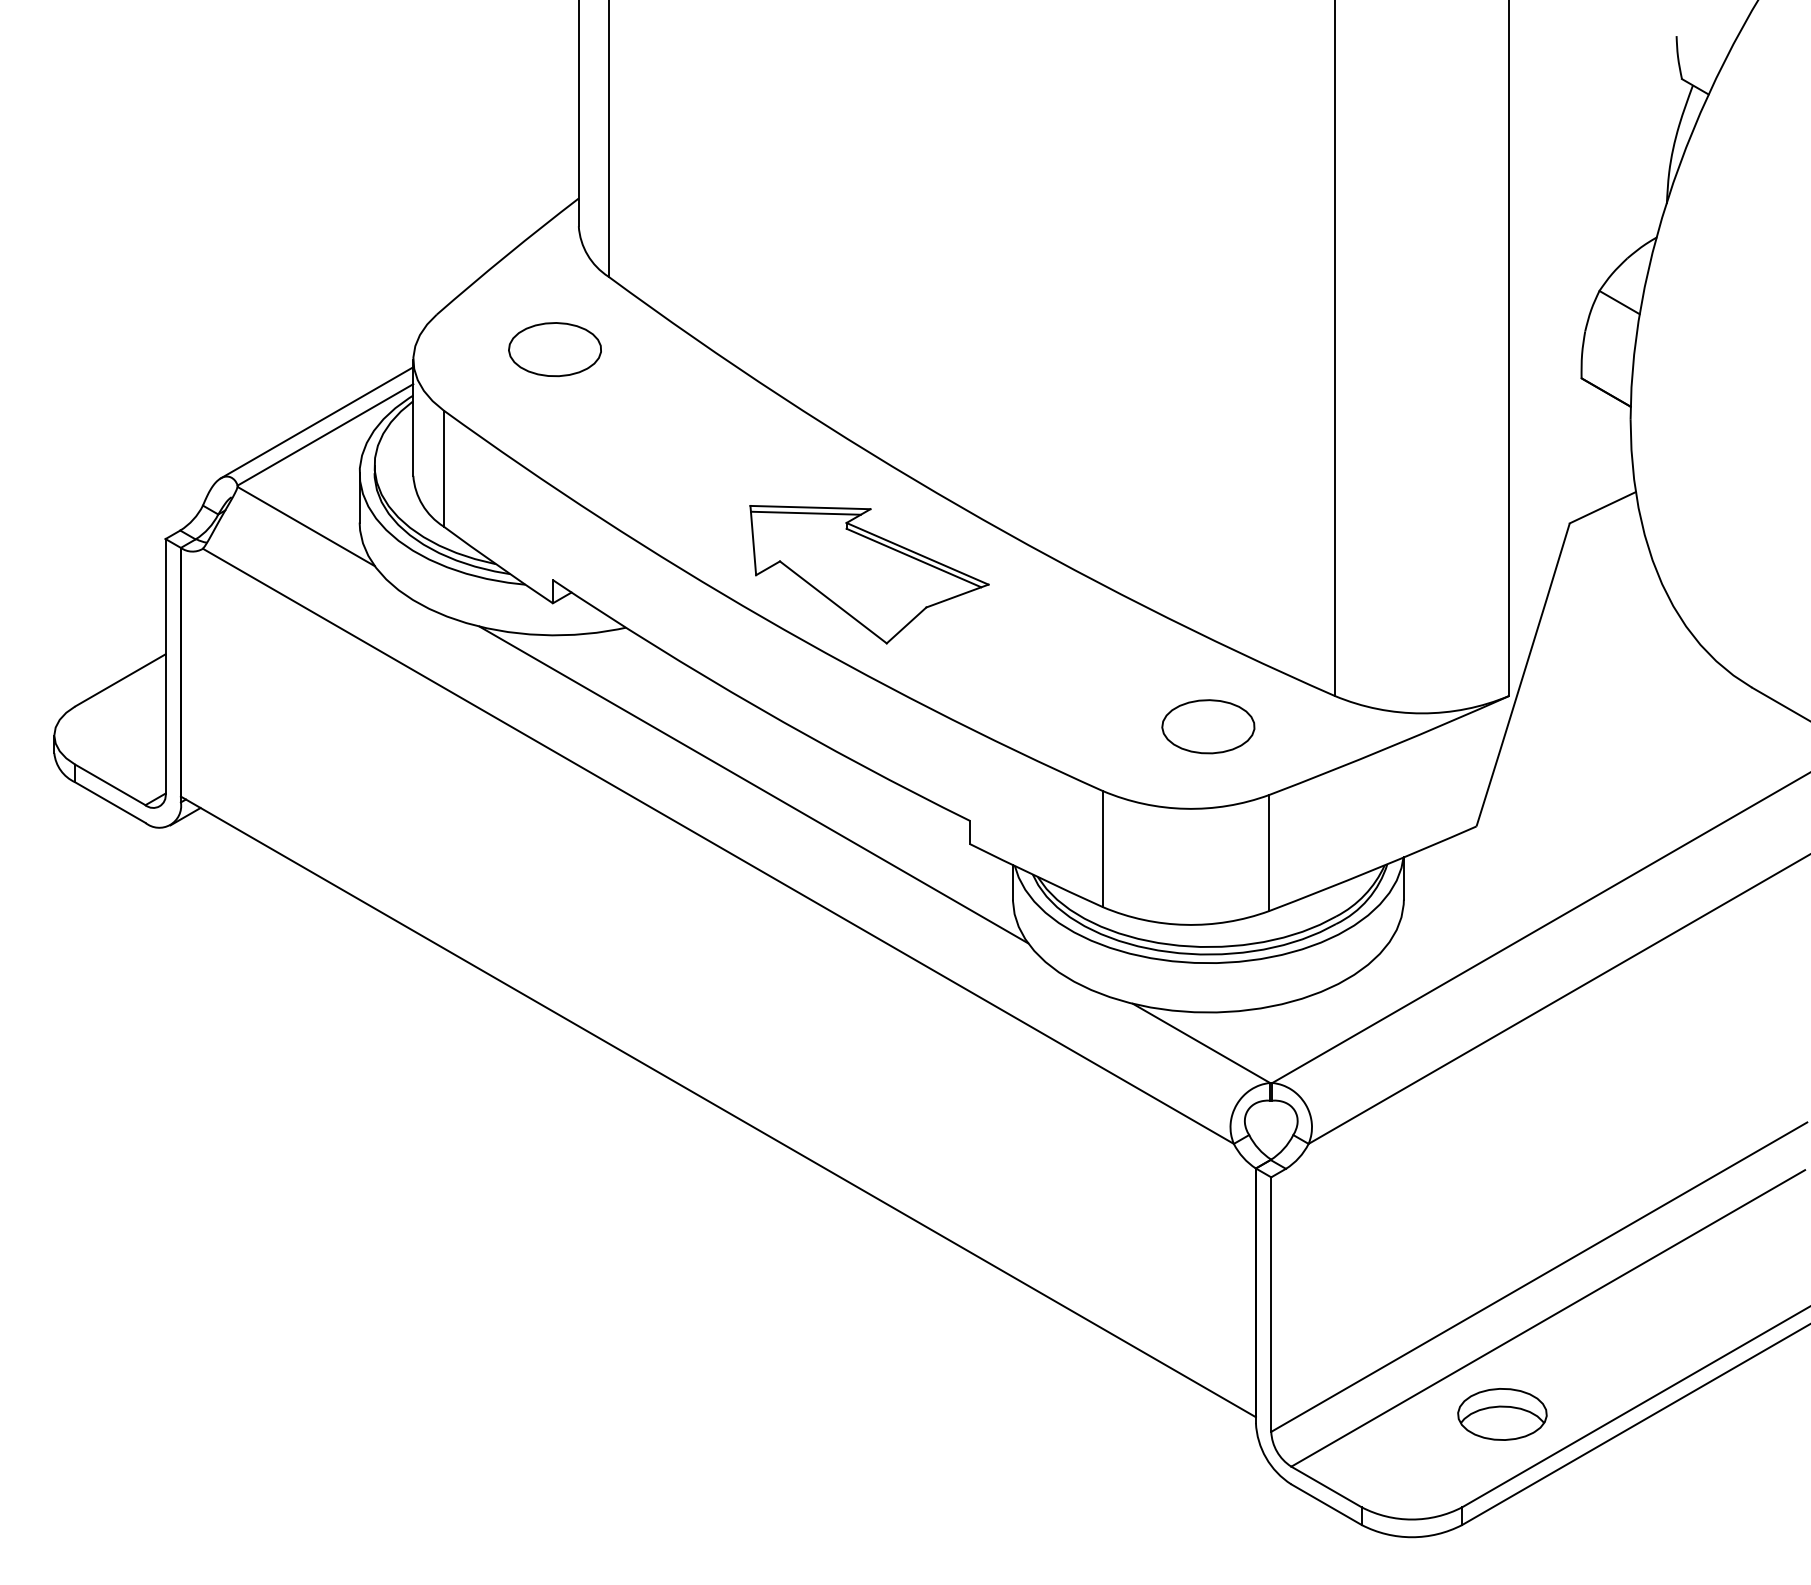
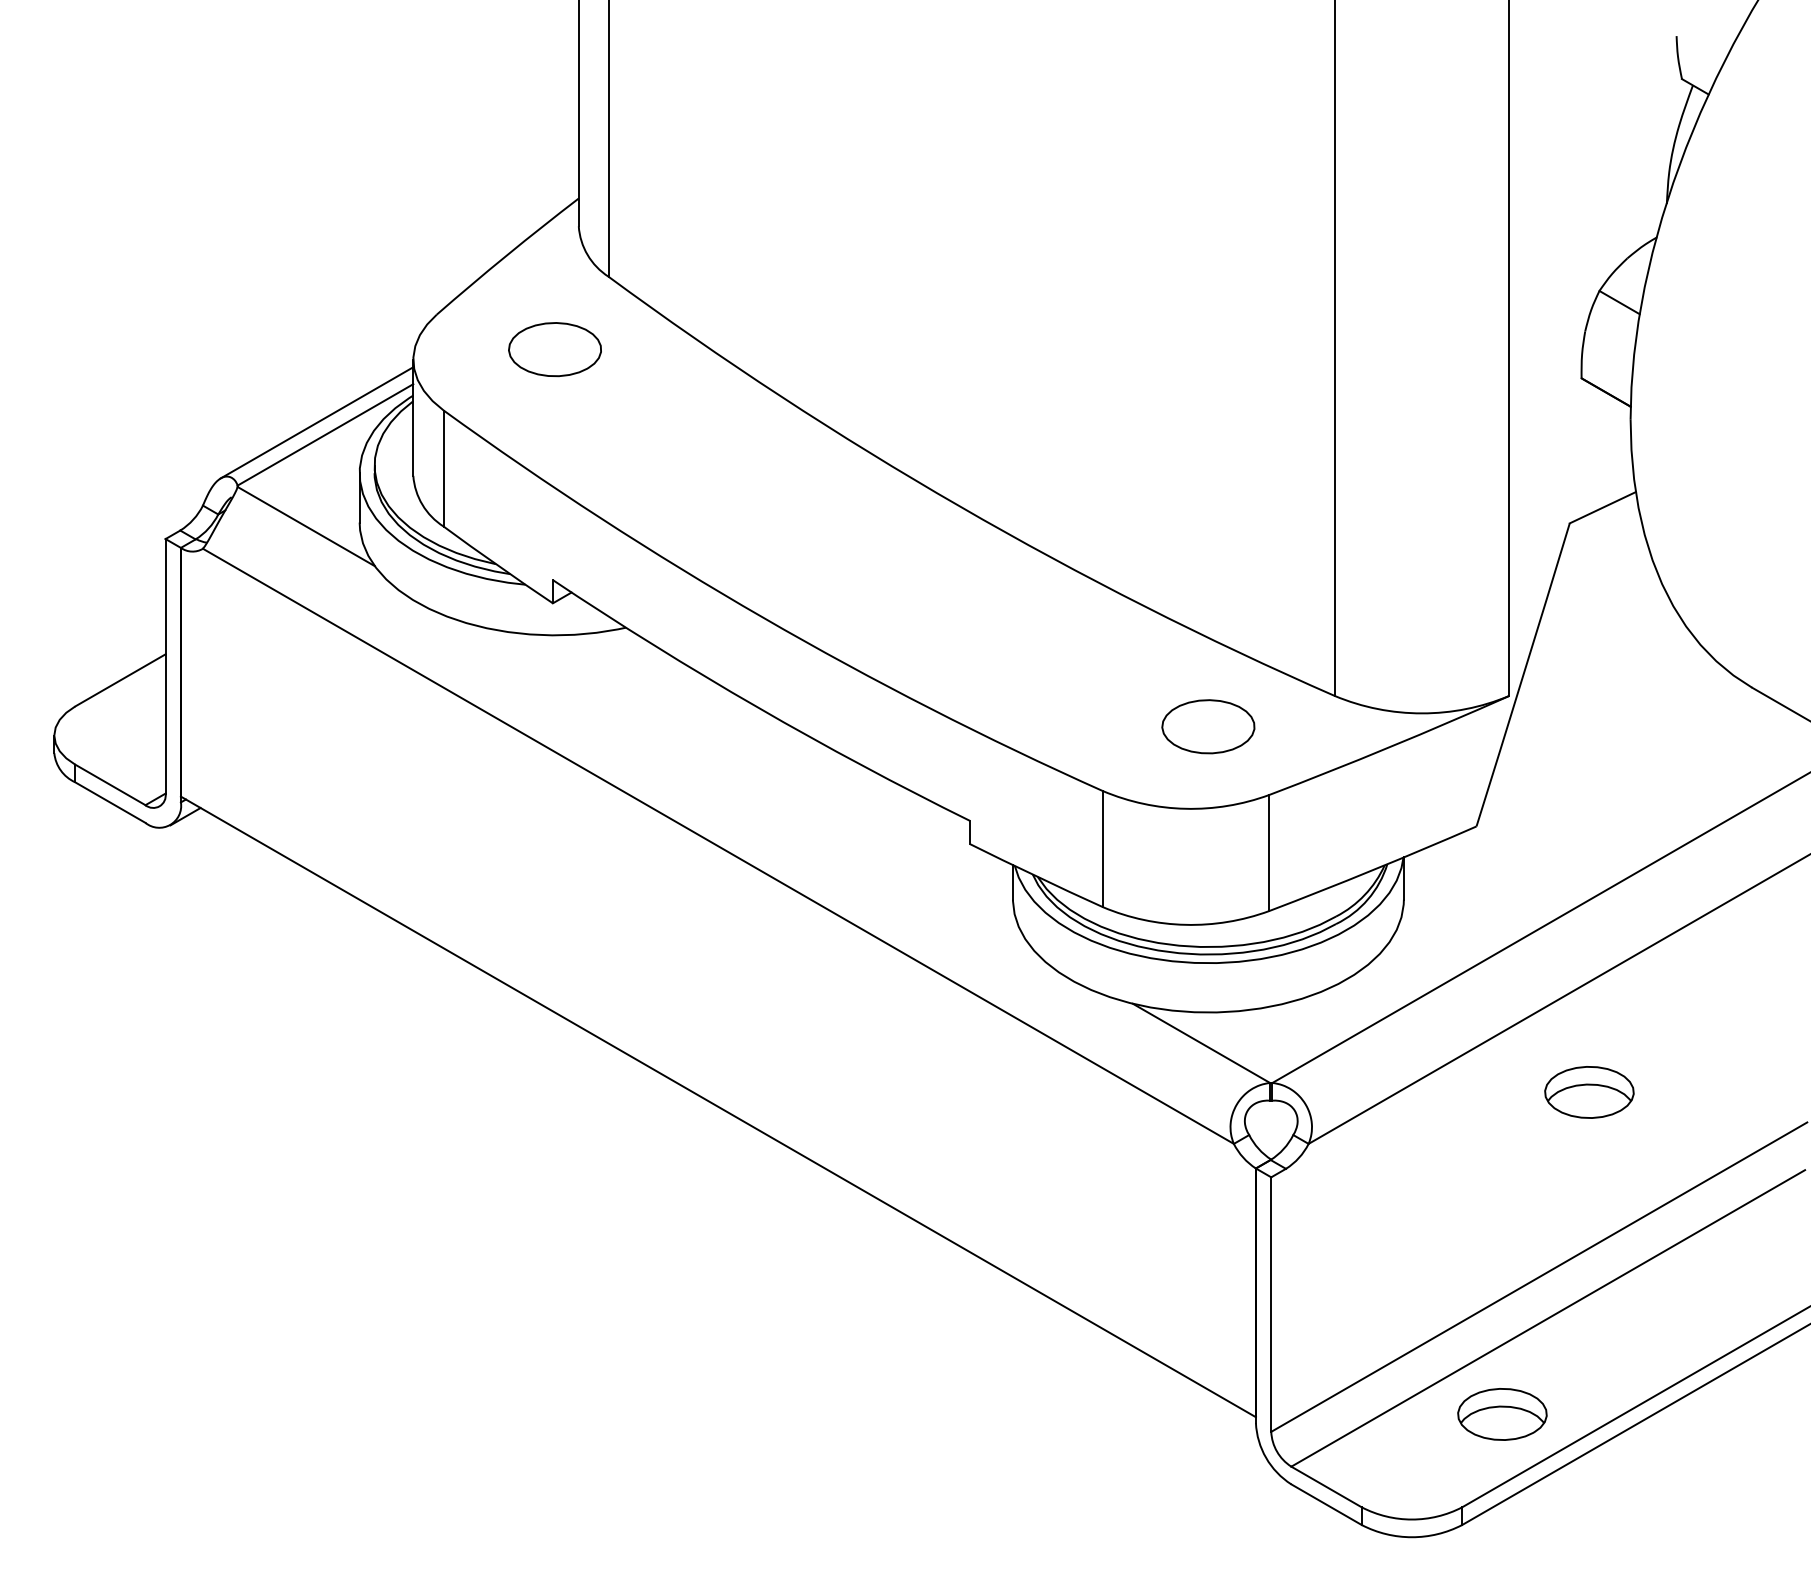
part at (869, 574): present -> none
line at (753, 784): present -> none
part at (1589, 1092): none -> present
